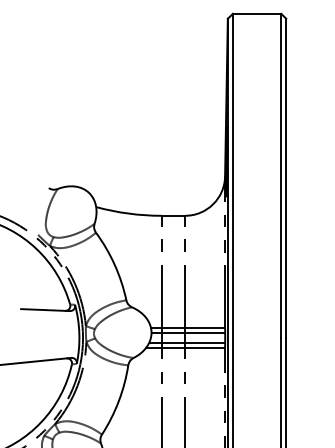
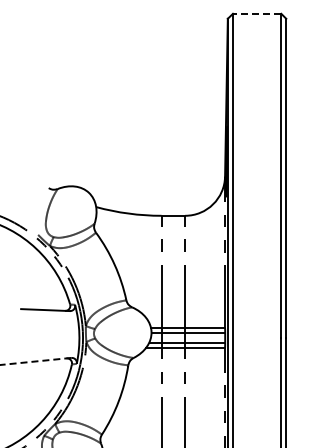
line at (256, 13): solid -> dashed
line at (35, 361): solid -> dashed
